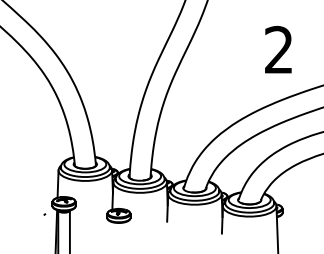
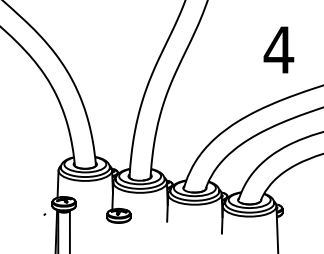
text at (278, 49): 2 -> 4
